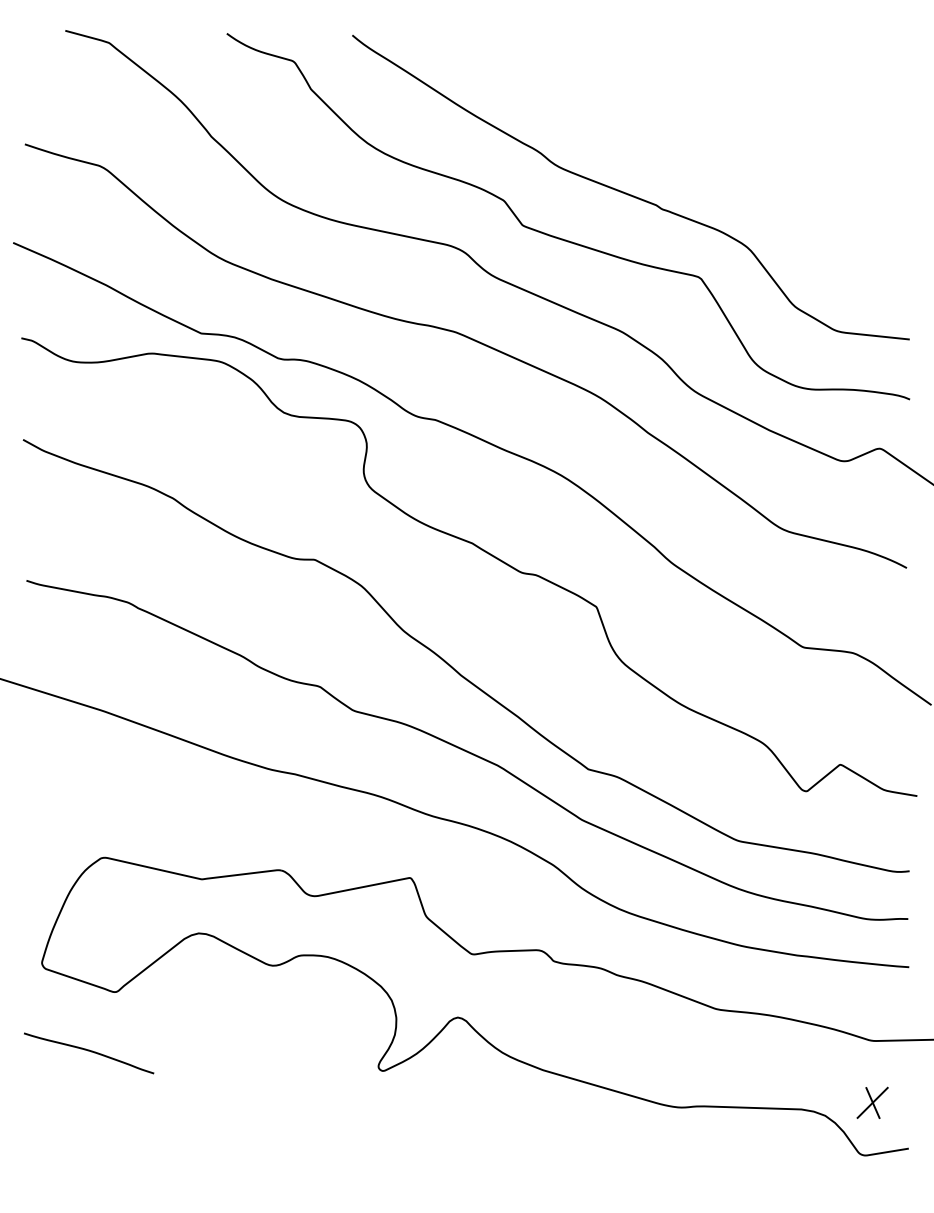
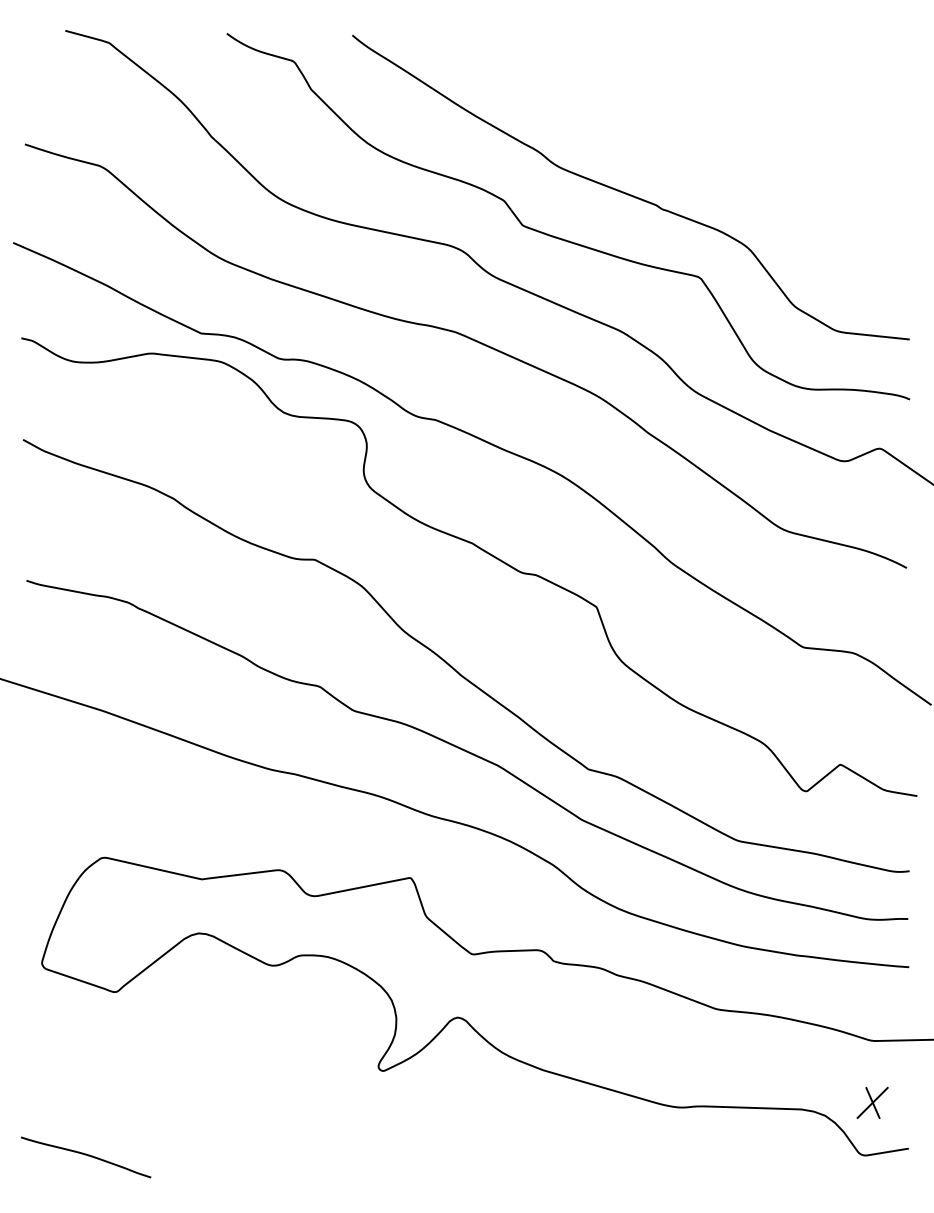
curve at (89, 1051) position: (89, 1051) -> (86, 1155)
